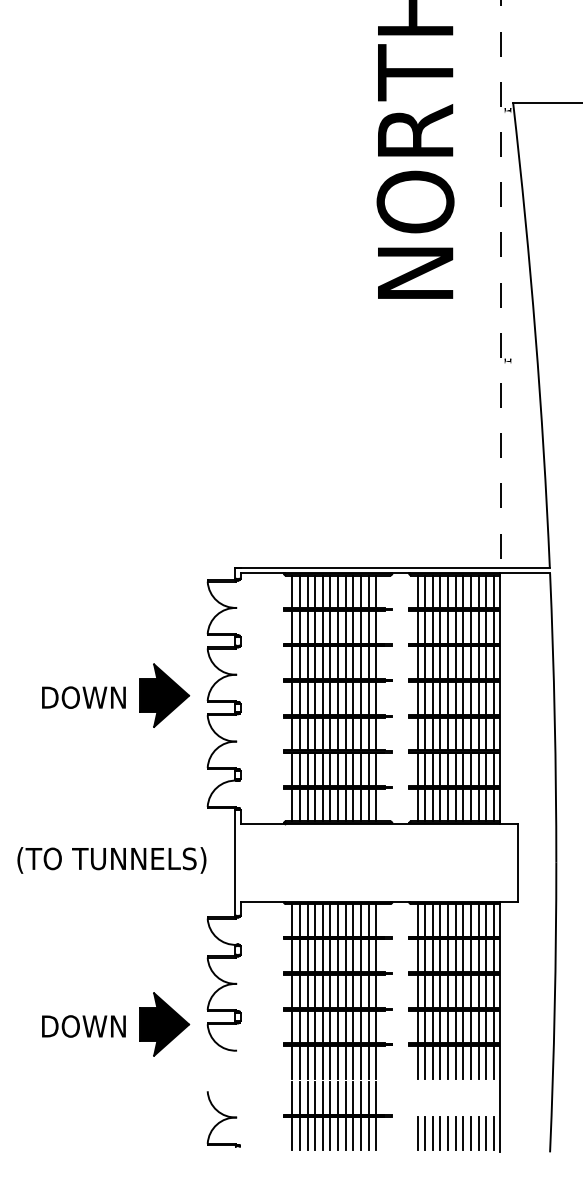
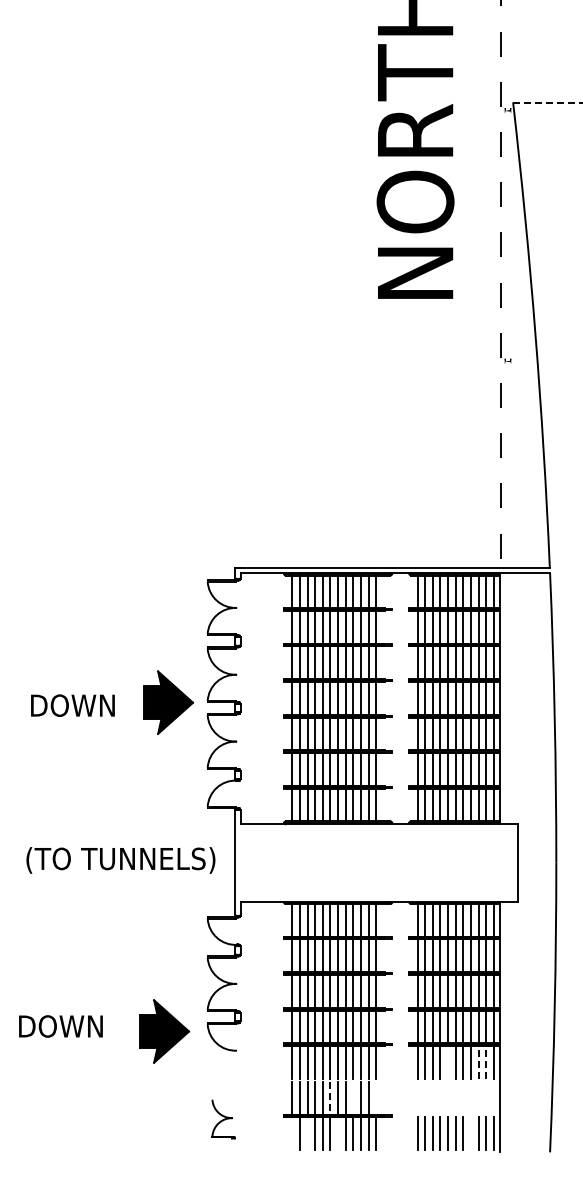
line at (547, 102): solid -> dashed
part at (164, 695) position: (164, 695) -> (168, 702)
text at (83, 697) position: (83, 697) -> (72, 705)
text at (111, 860) position: (111, 860) -> (120, 860)
part at (164, 1024) position: (164, 1024) -> (164, 1031)
text at (83, 1026) position: (83, 1026) -> (60, 1026)
line at (448, 1062): present -> none
line at (478, 1062): solid -> dashed
line at (486, 1062): solid -> dashed
line at (353, 1097): present -> none
line at (376, 1097): present -> none
line at (330, 1098): solid -> dashed
part at (223, 1119) size: 35x57 px -> 25x41 px
line at (292, 1133): present -> none
line at (307, 1133): present -> none
line at (338, 1133): present -> none
line at (471, 1133): present -> none
